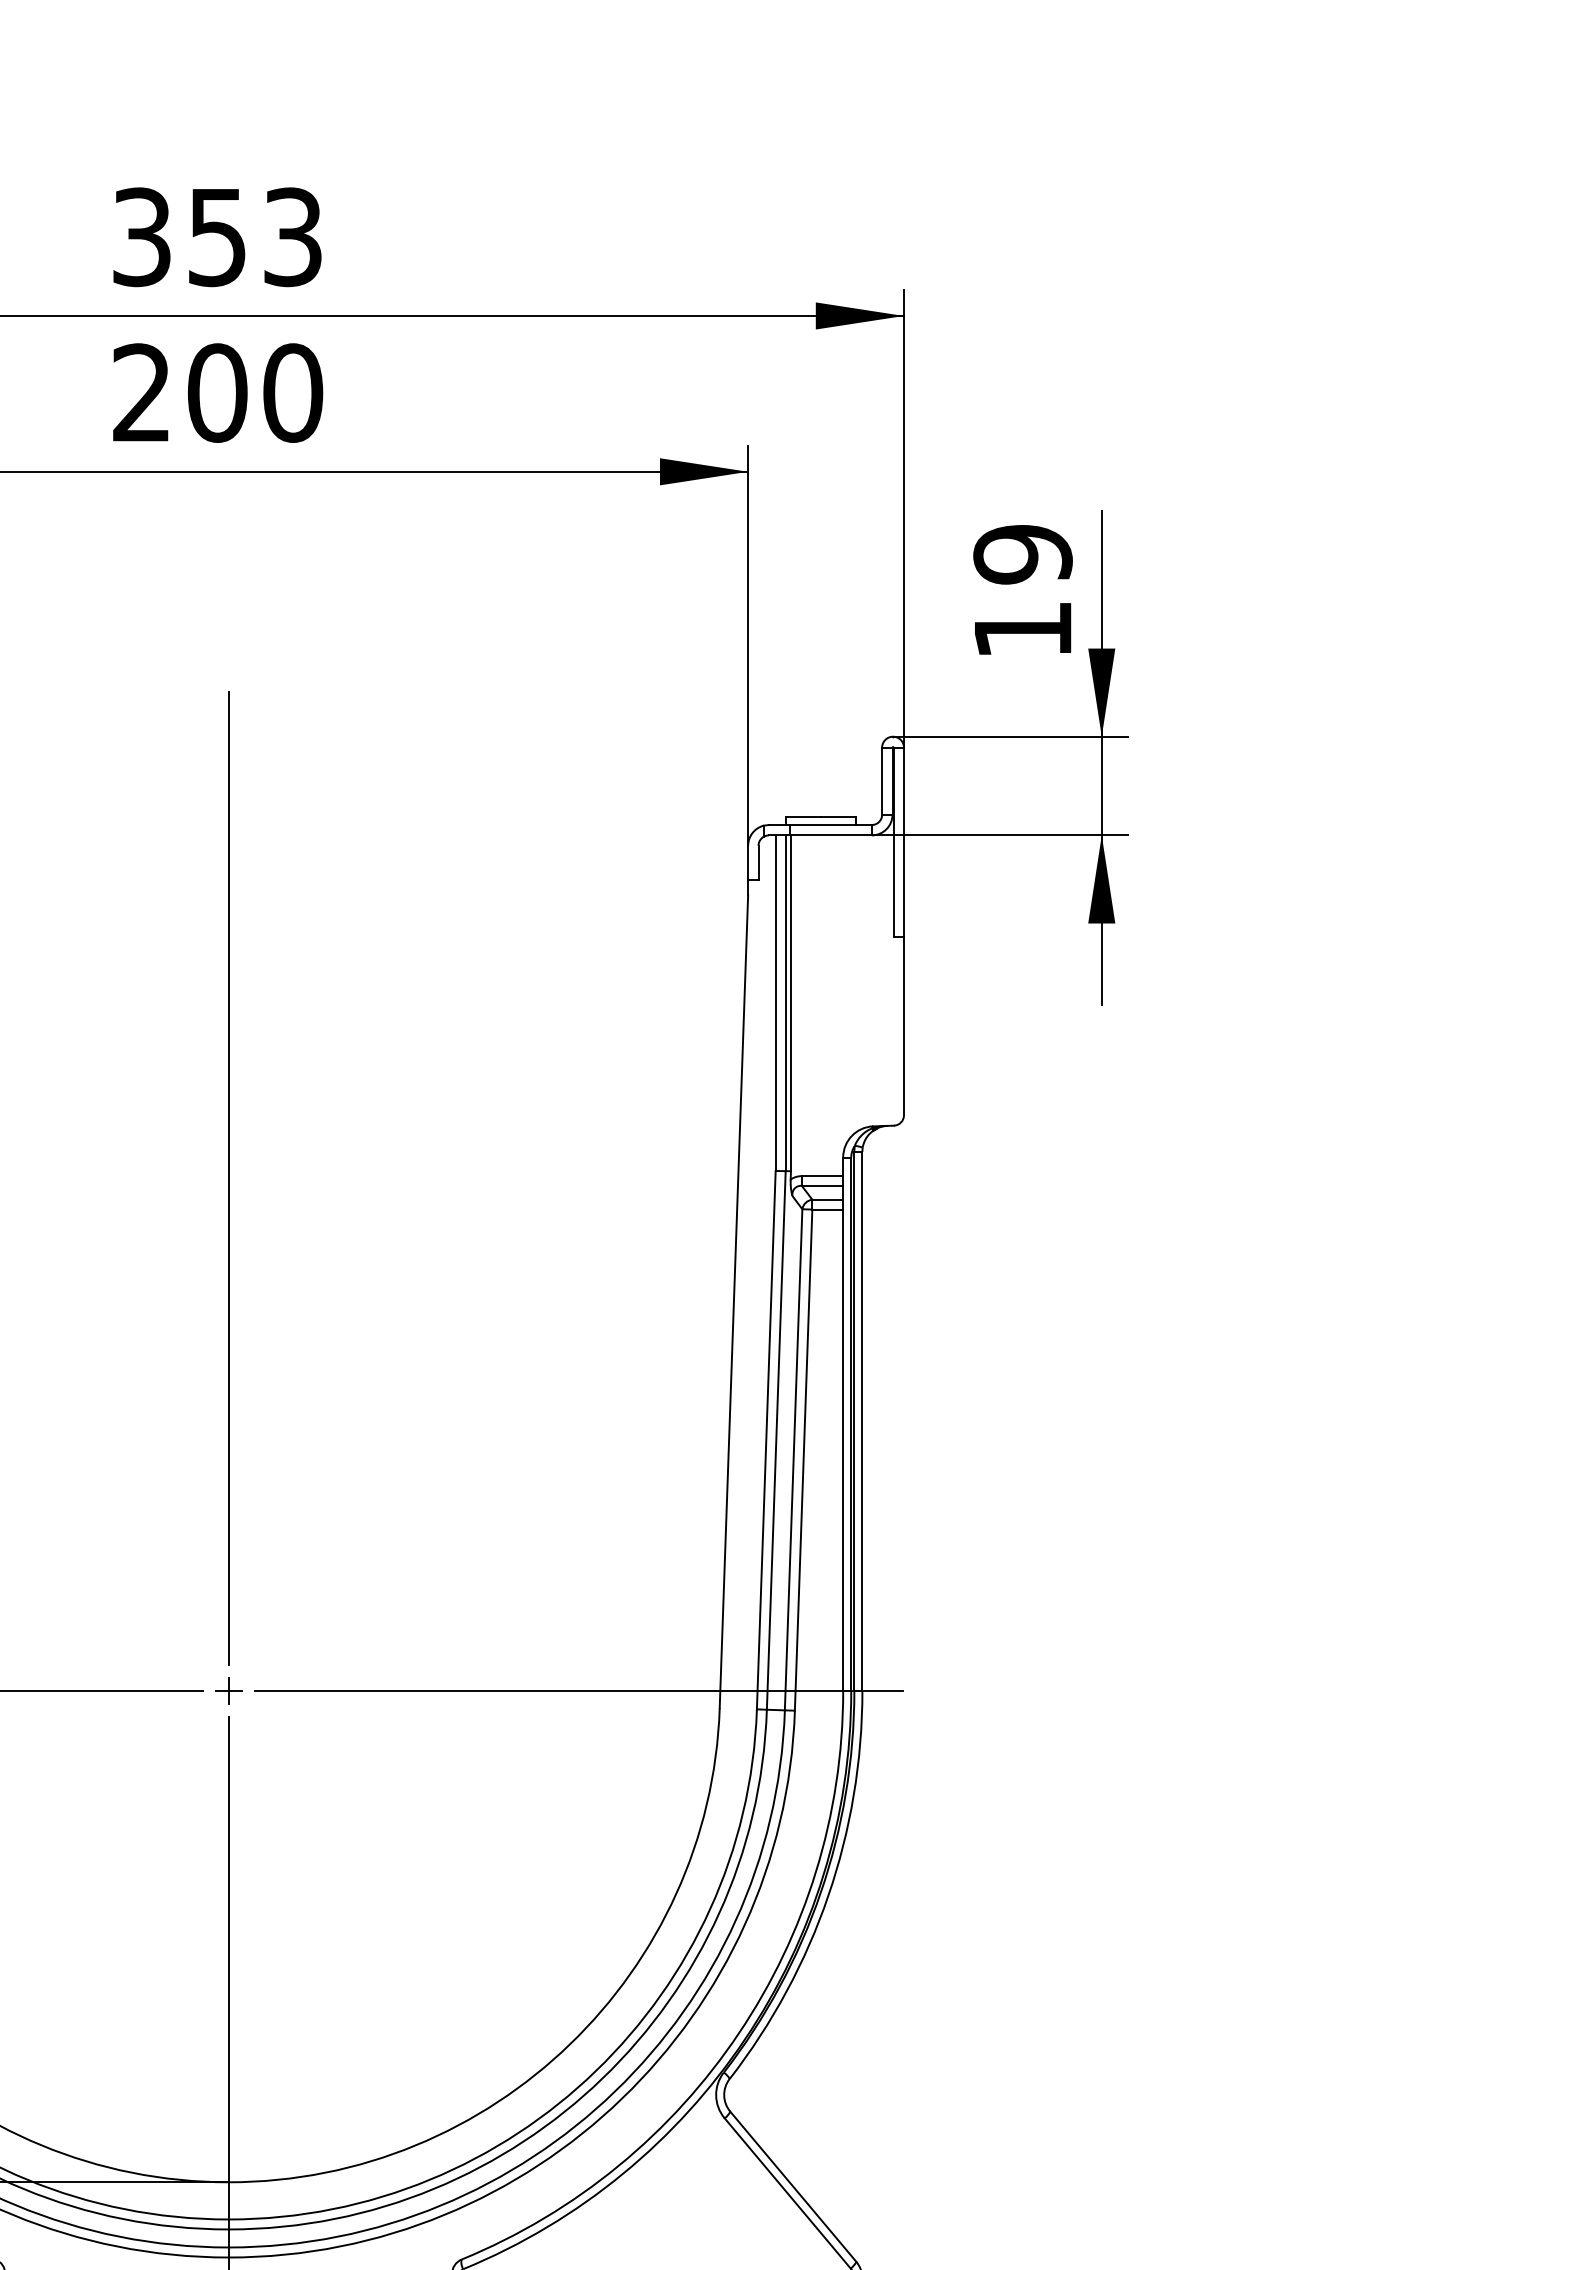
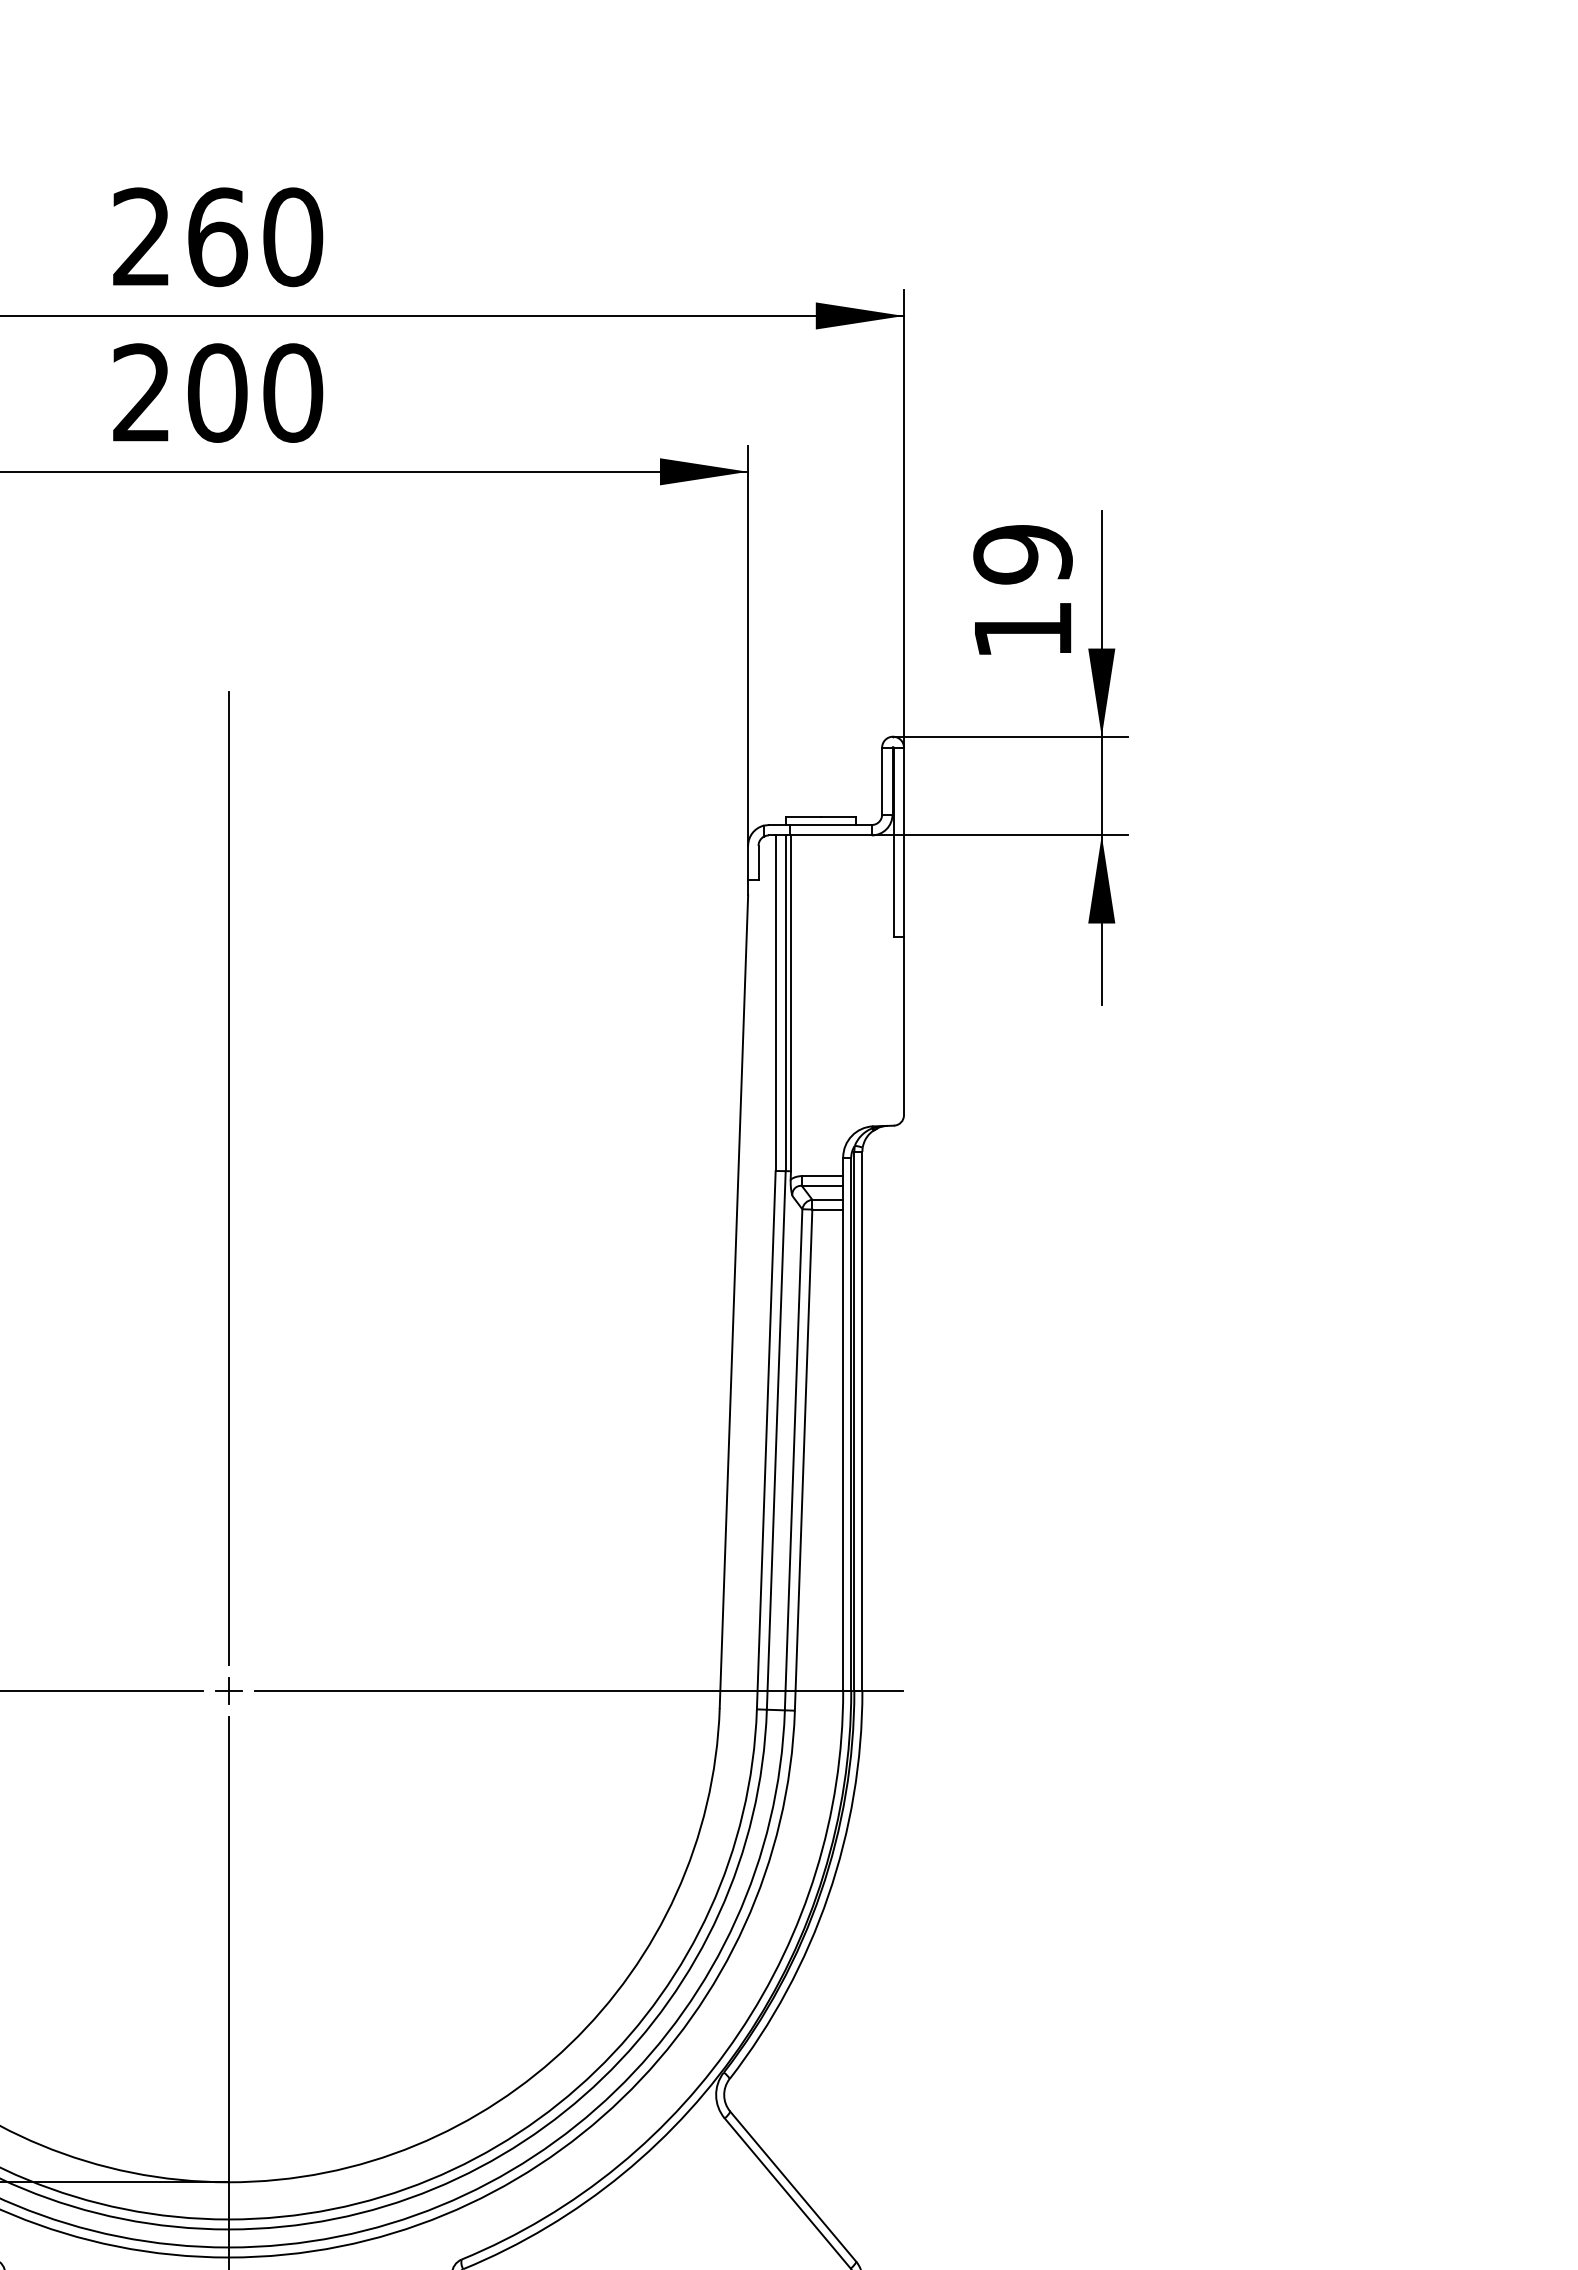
text at (218, 237): 353 -> 260
